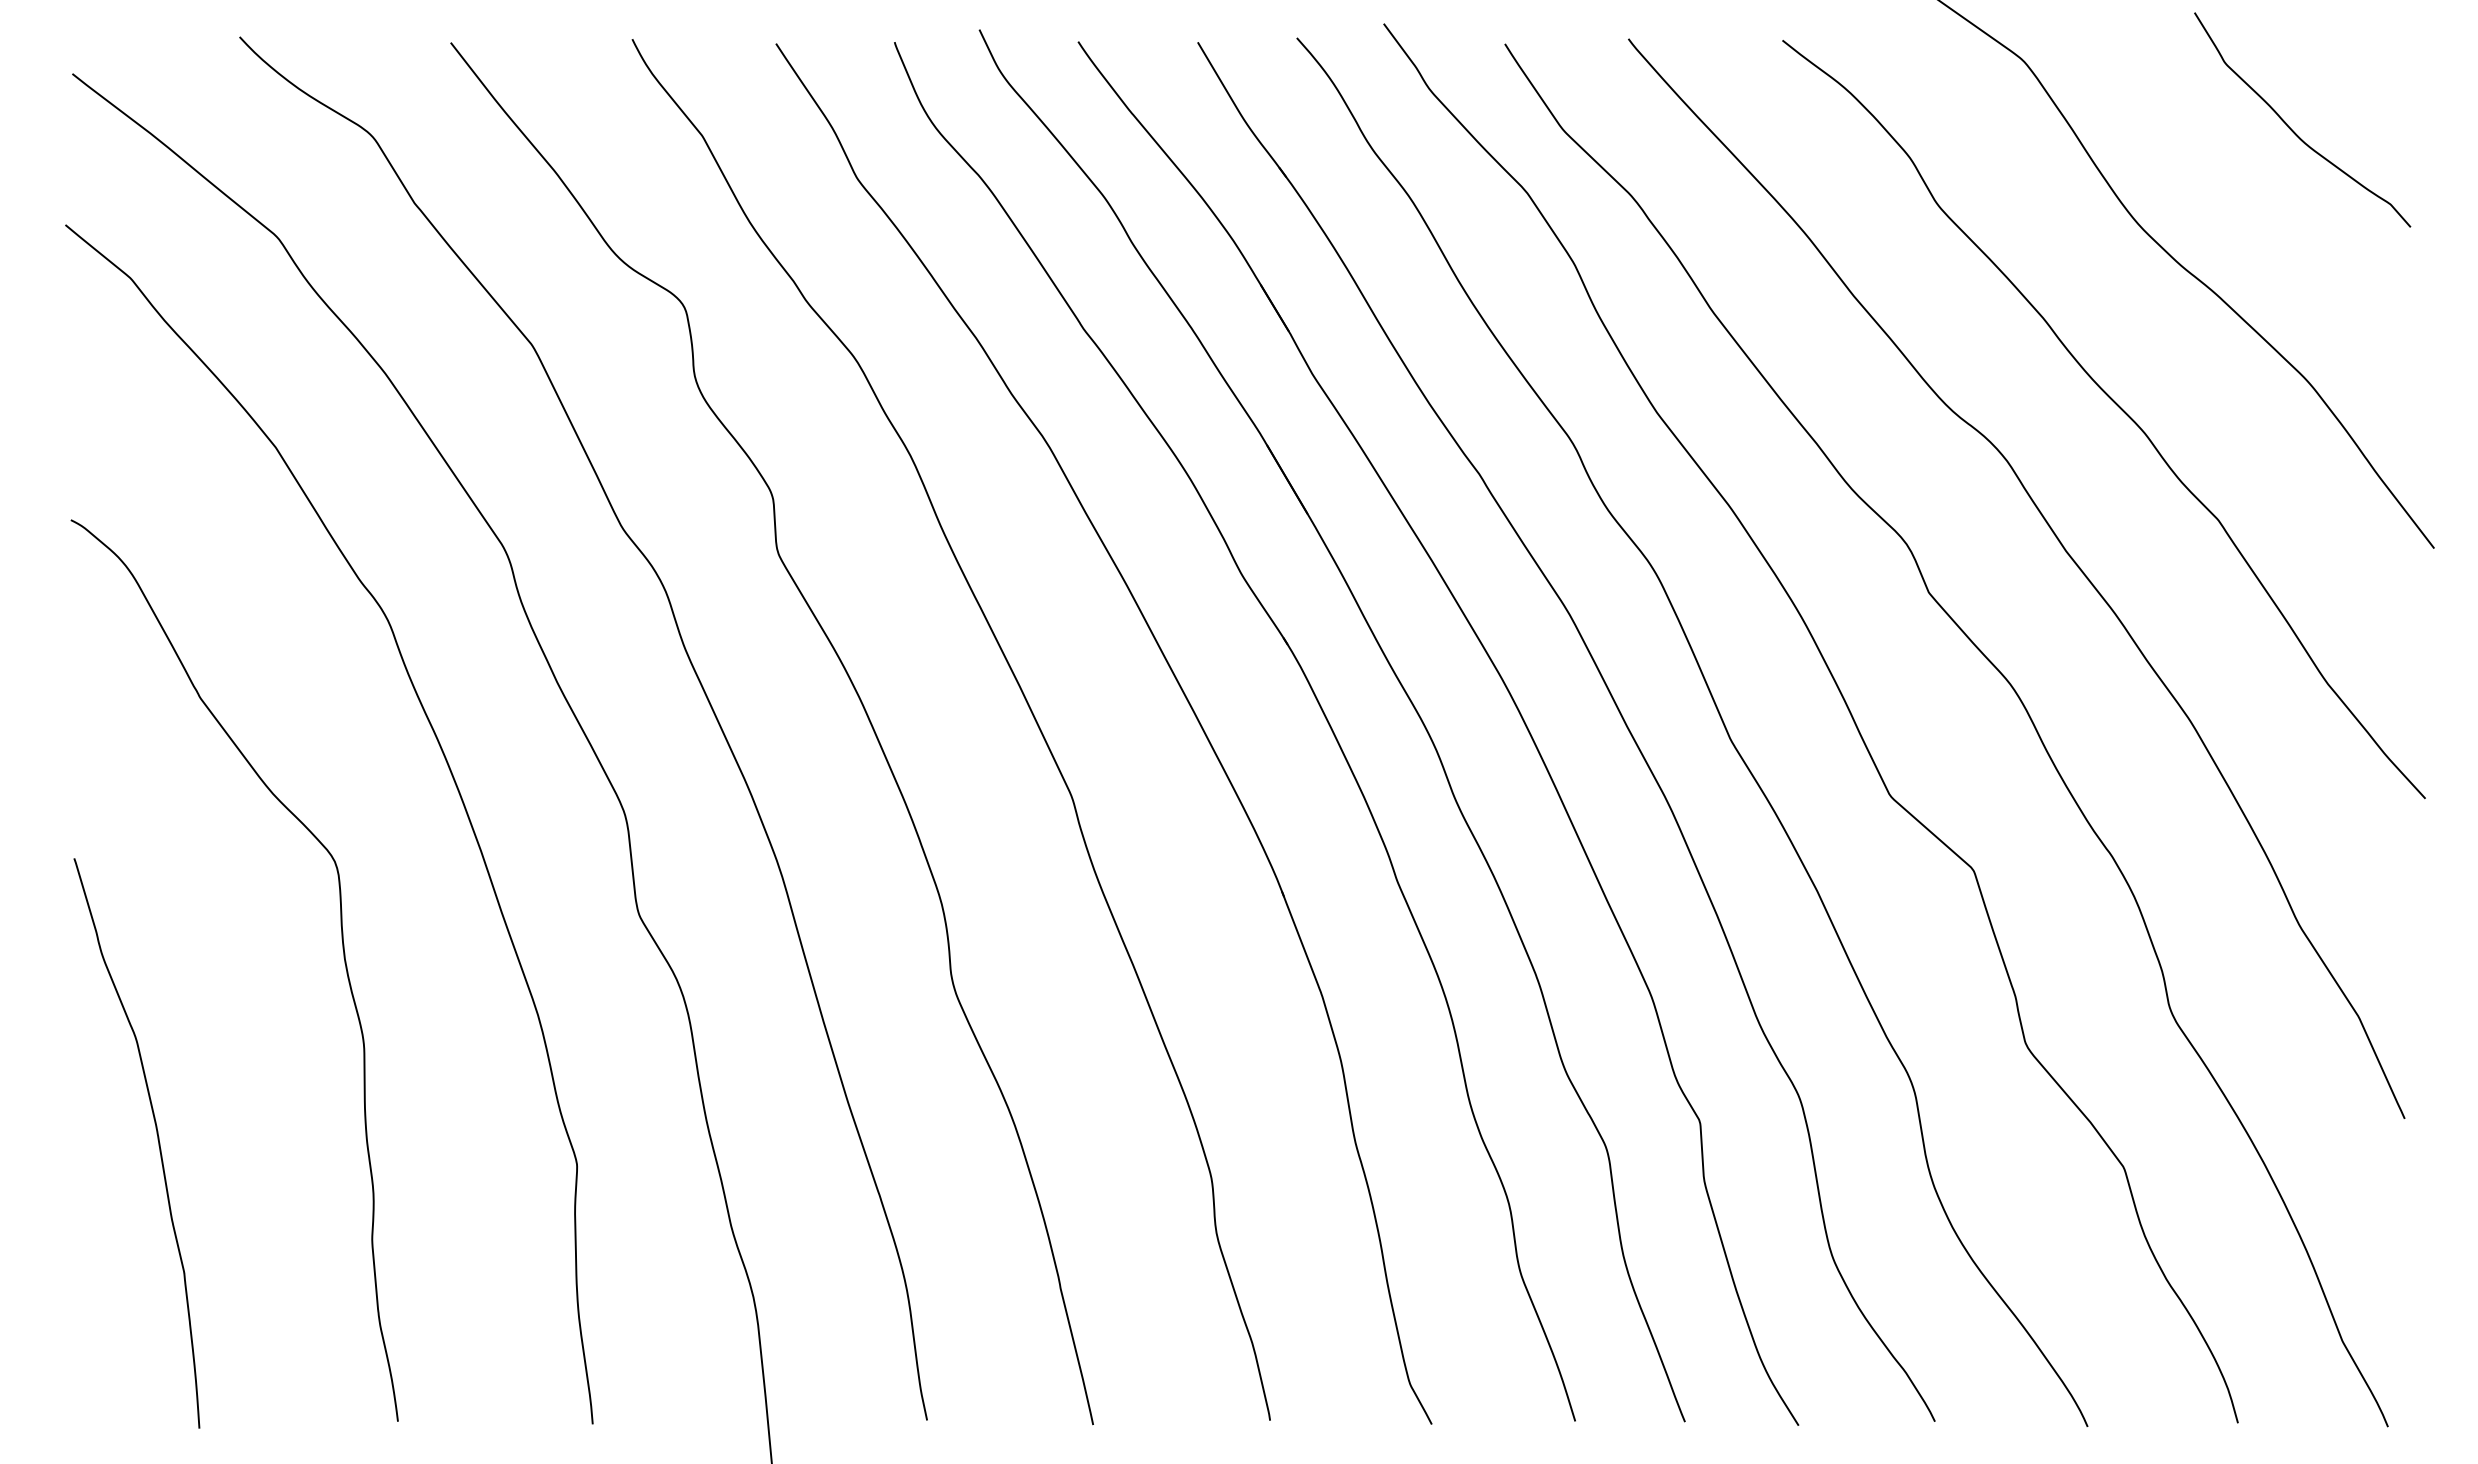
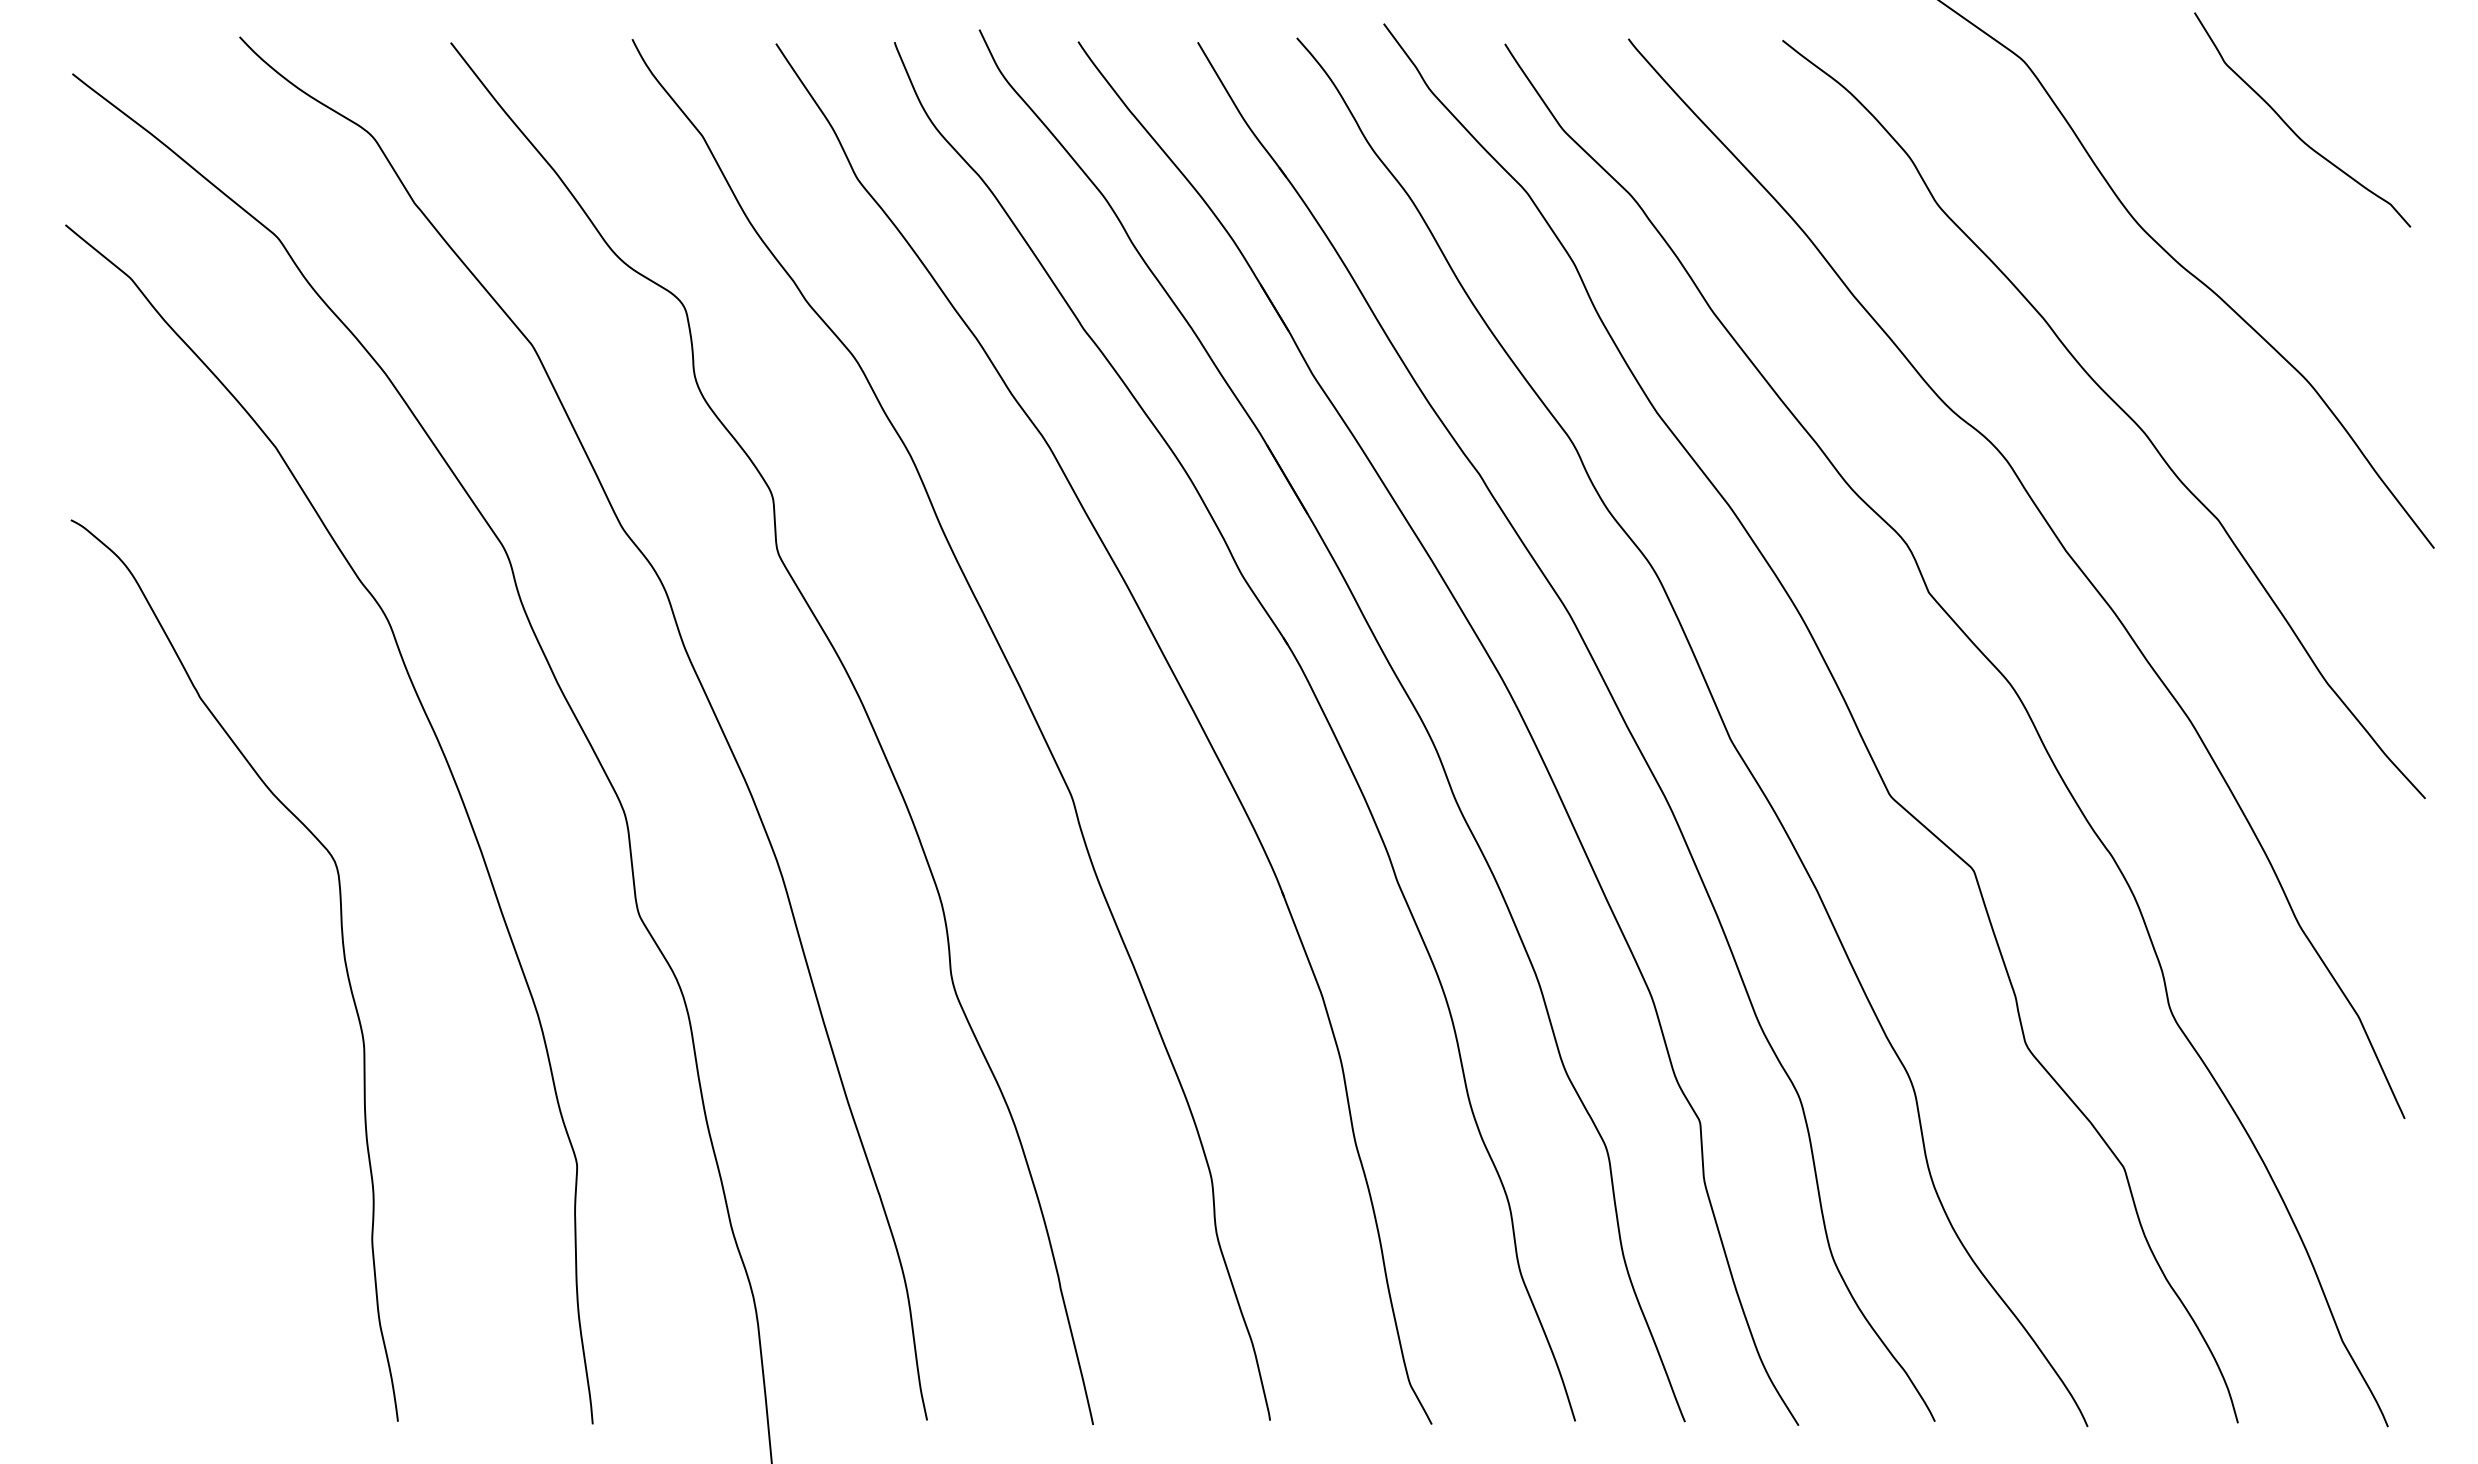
curve at (157, 1140): present -> none
